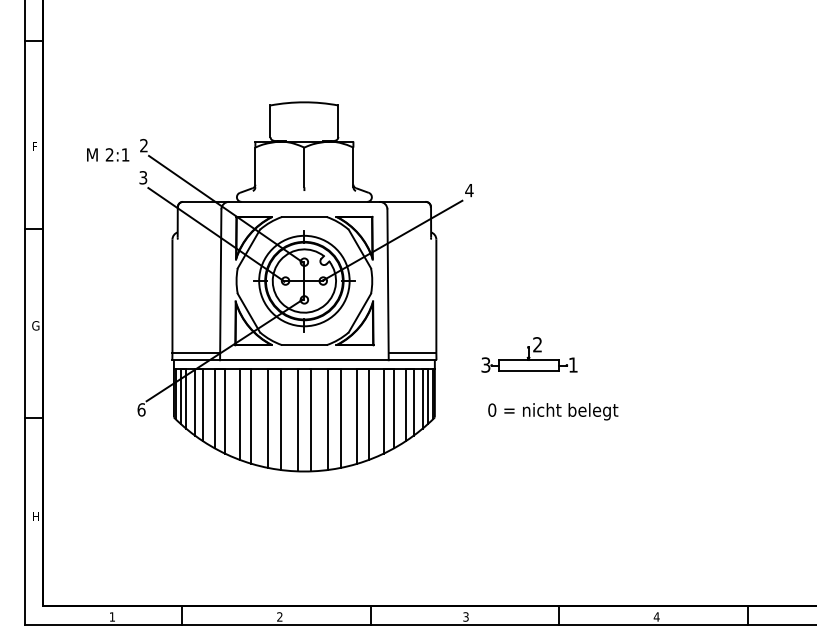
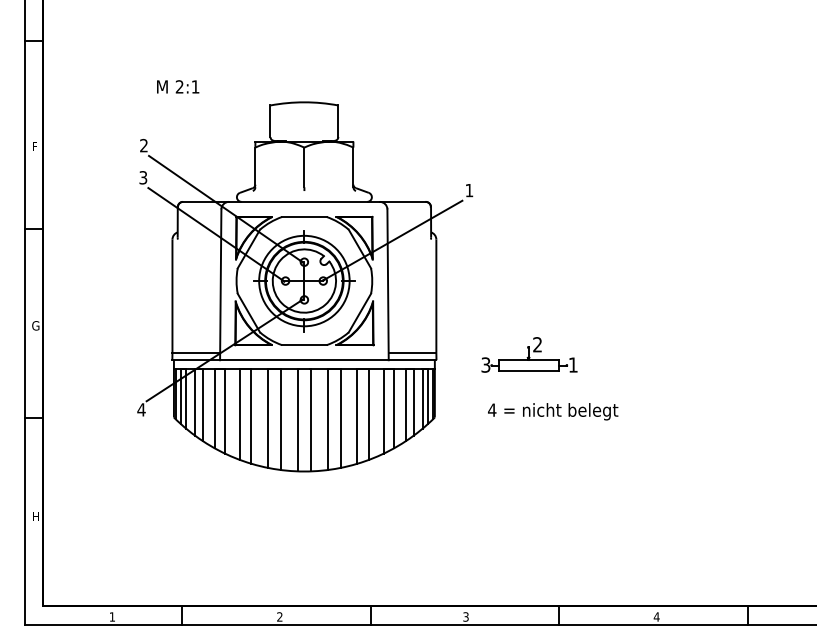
text at (108, 154) position: (108, 154) -> (178, 86)
text at (469, 190): 4 -> 1
text at (141, 409): 6 -> 4
text at (492, 409): 0 -> 4
